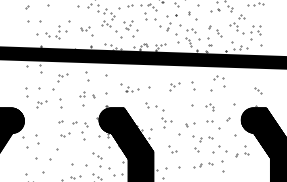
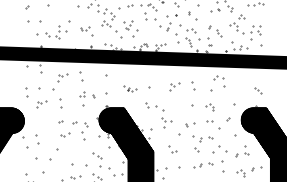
part at (87, 76) position: (87, 76) -> (81, 76)
part at (129, 87) size: 20x10 px -> 15x8 px
part at (249, 171): none -> present
